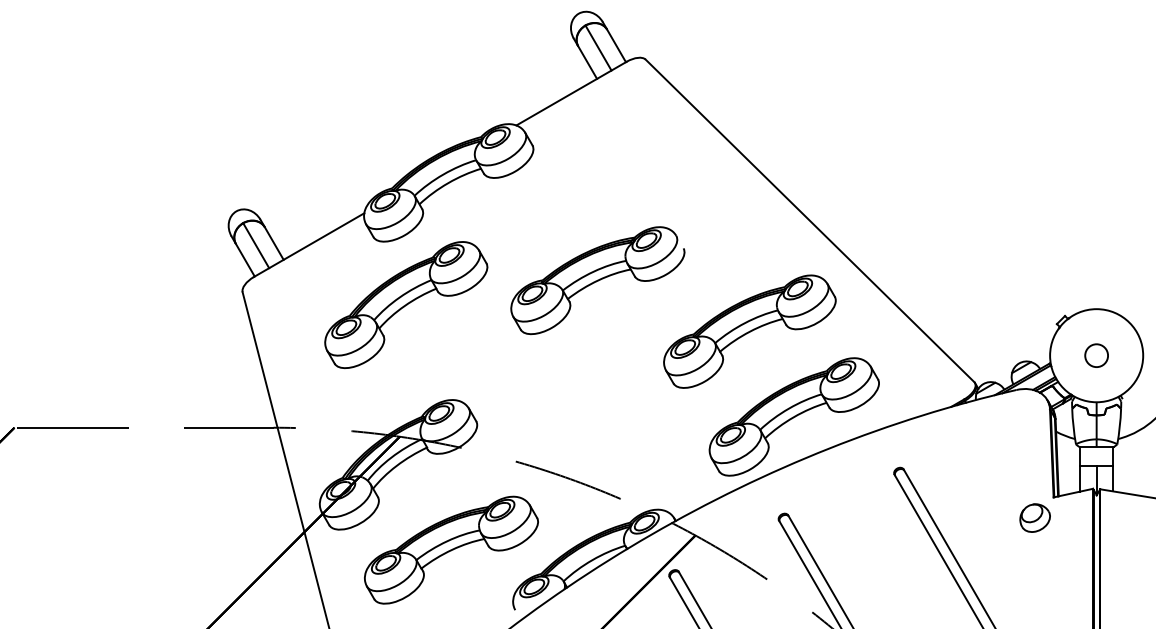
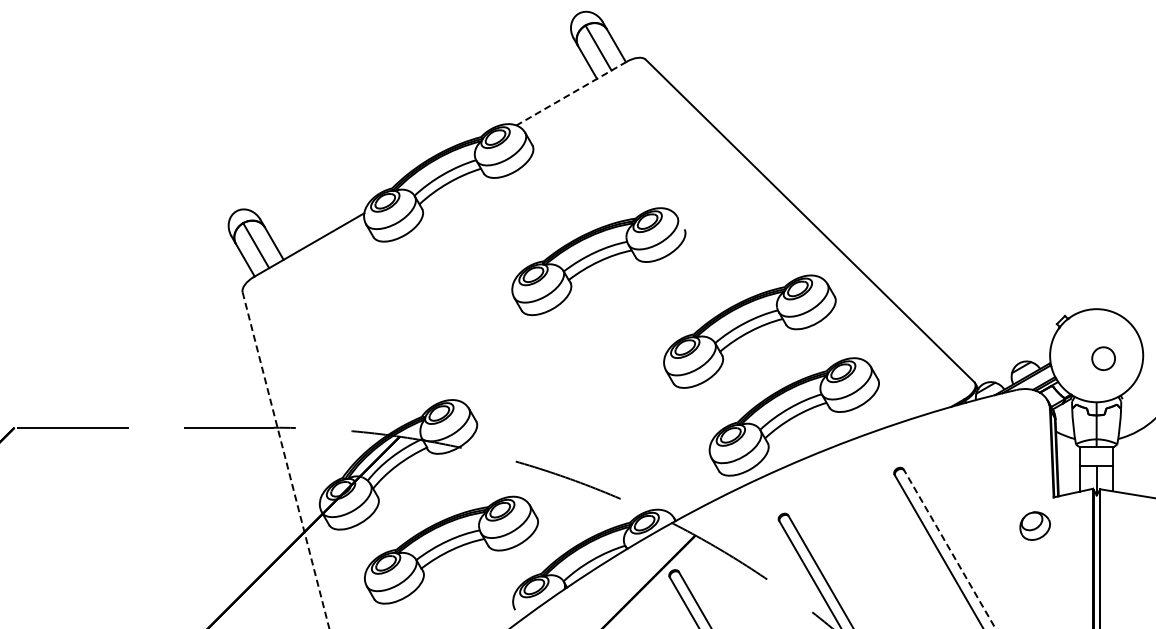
line at (571, 93): solid -> dashed
part at (597, 280) position: (597, 280) -> (598, 261)
part at (406, 305): present -> none
circle at (1096, 355) position: (1096, 355) -> (1103, 358)
line at (286, 460): solid -> dashed
part at (1034, 517) position: (1034, 517) -> (1034, 525)
line at (949, 548): solid -> dashed
